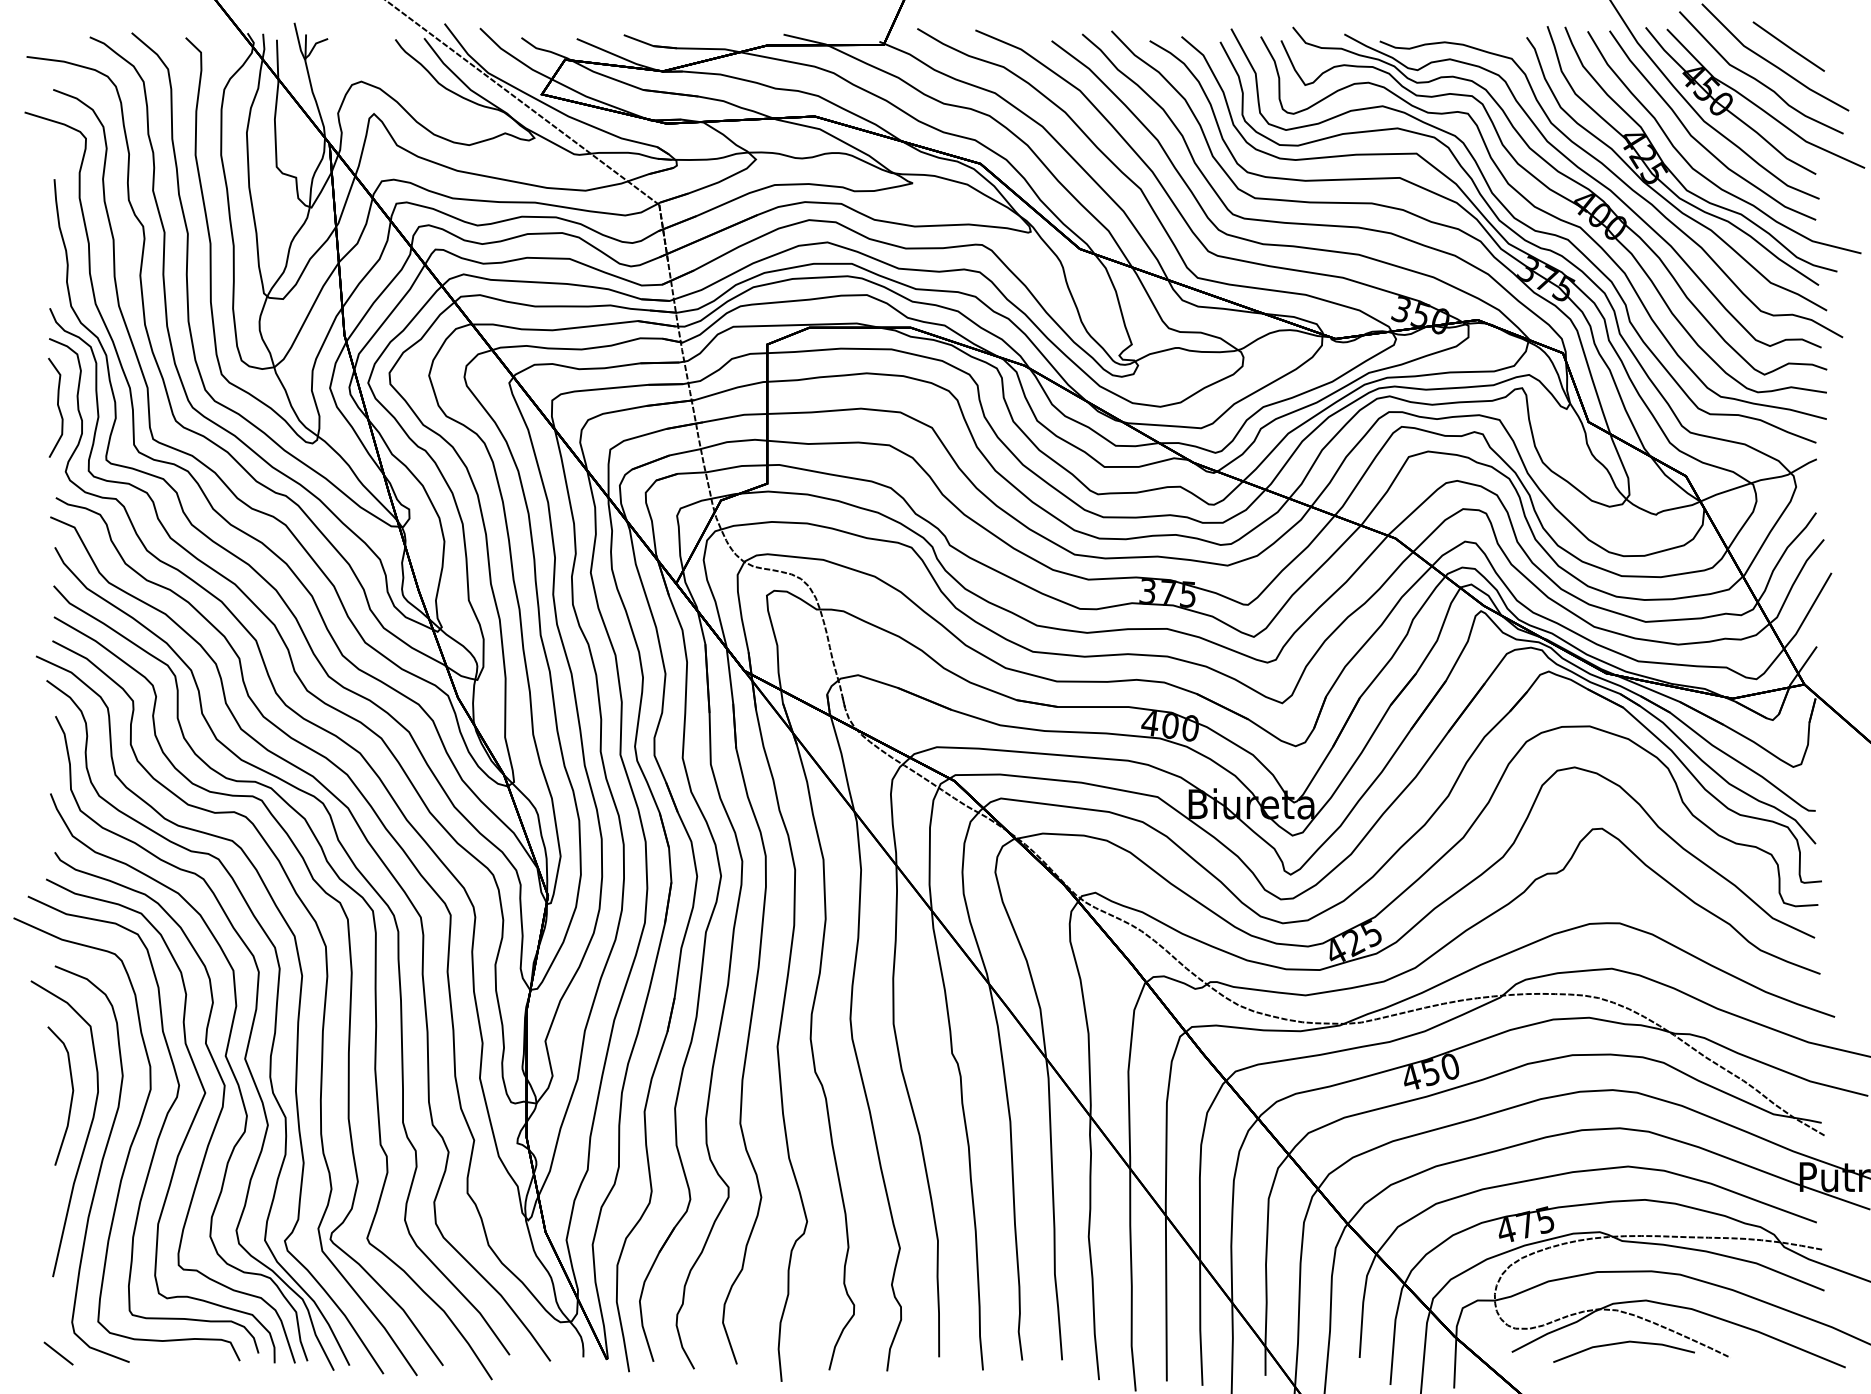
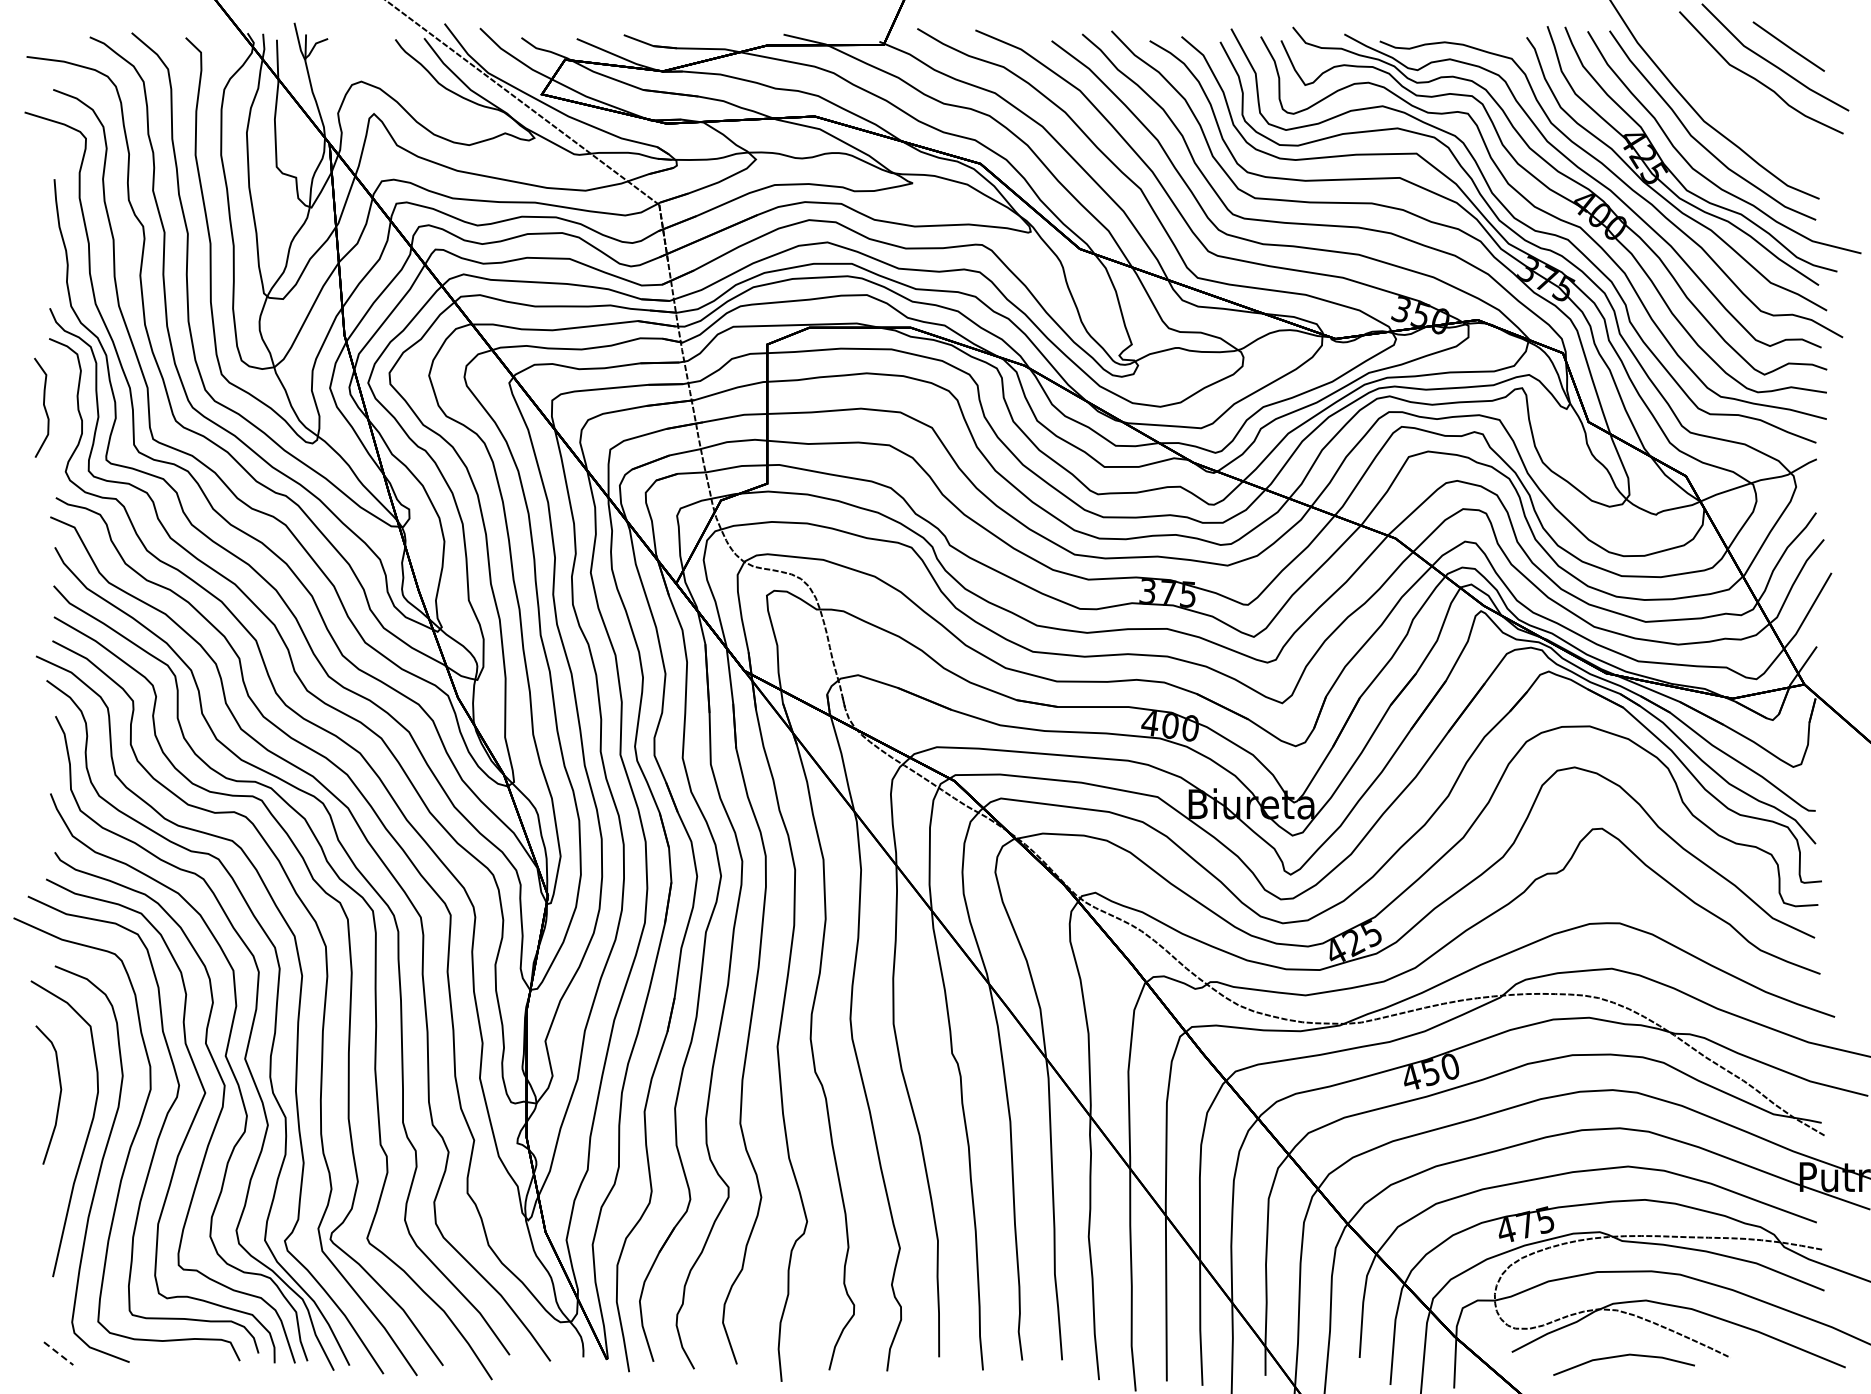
part at (1755, 100): present -> none
curve at (57, 407) position: (57, 407) -> (43, 407)
curve at (71, 1095) position: (71, 1095) -> (59, 1094)
line at (1623, 1343) position: (1623, 1343) -> (1623, 1356)
line at (58, 1353): solid -> dashed
